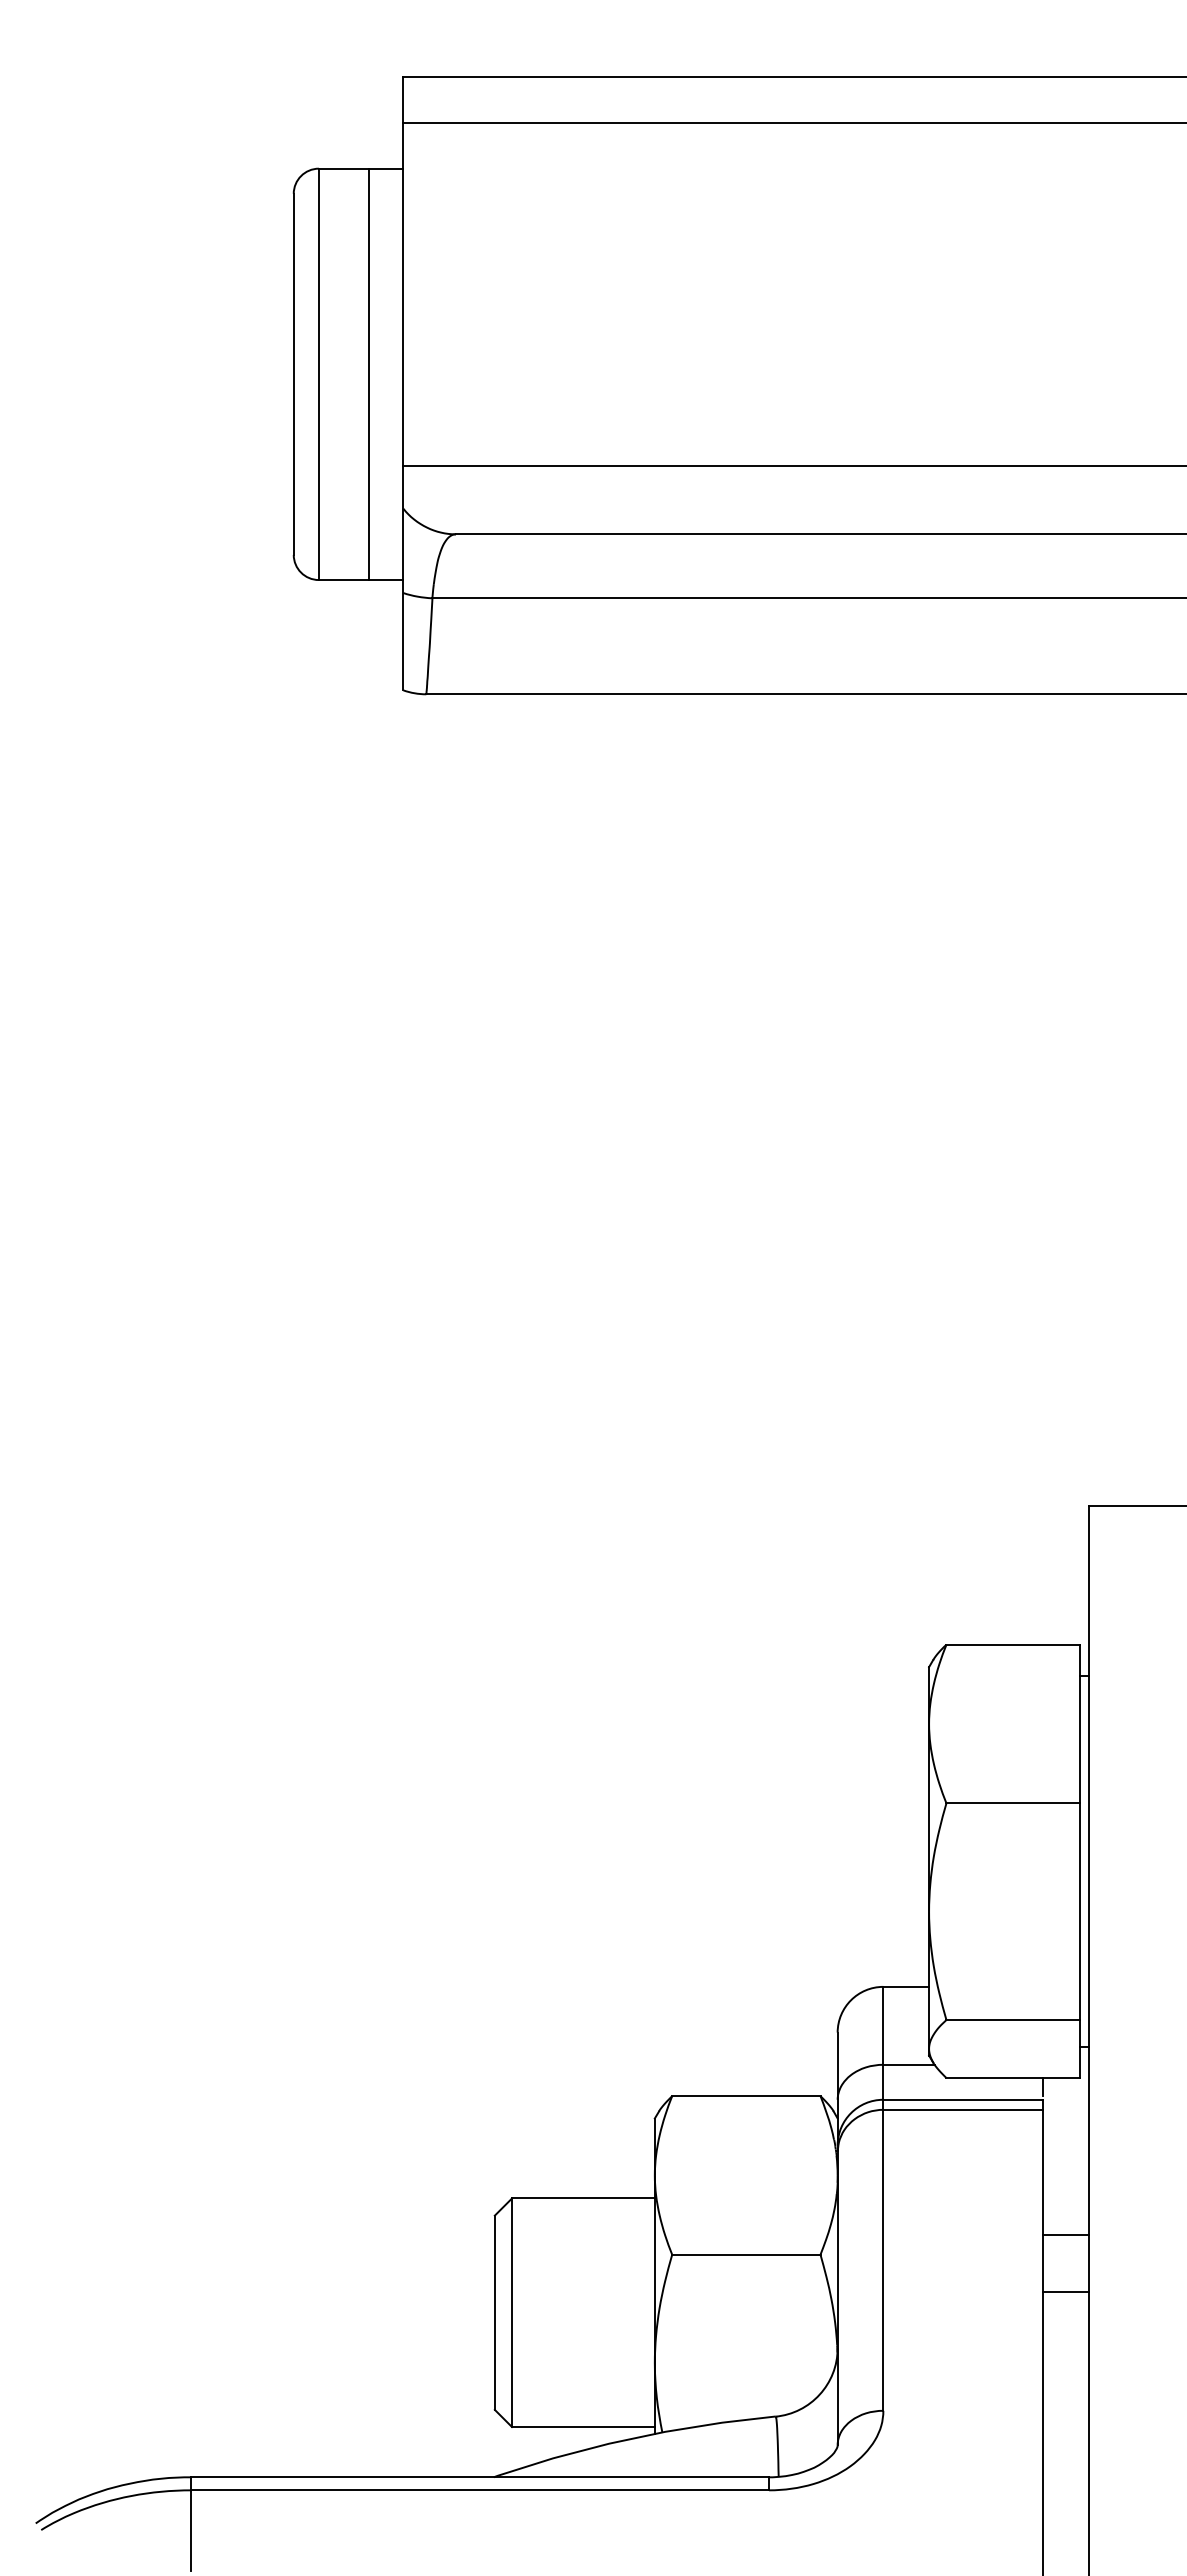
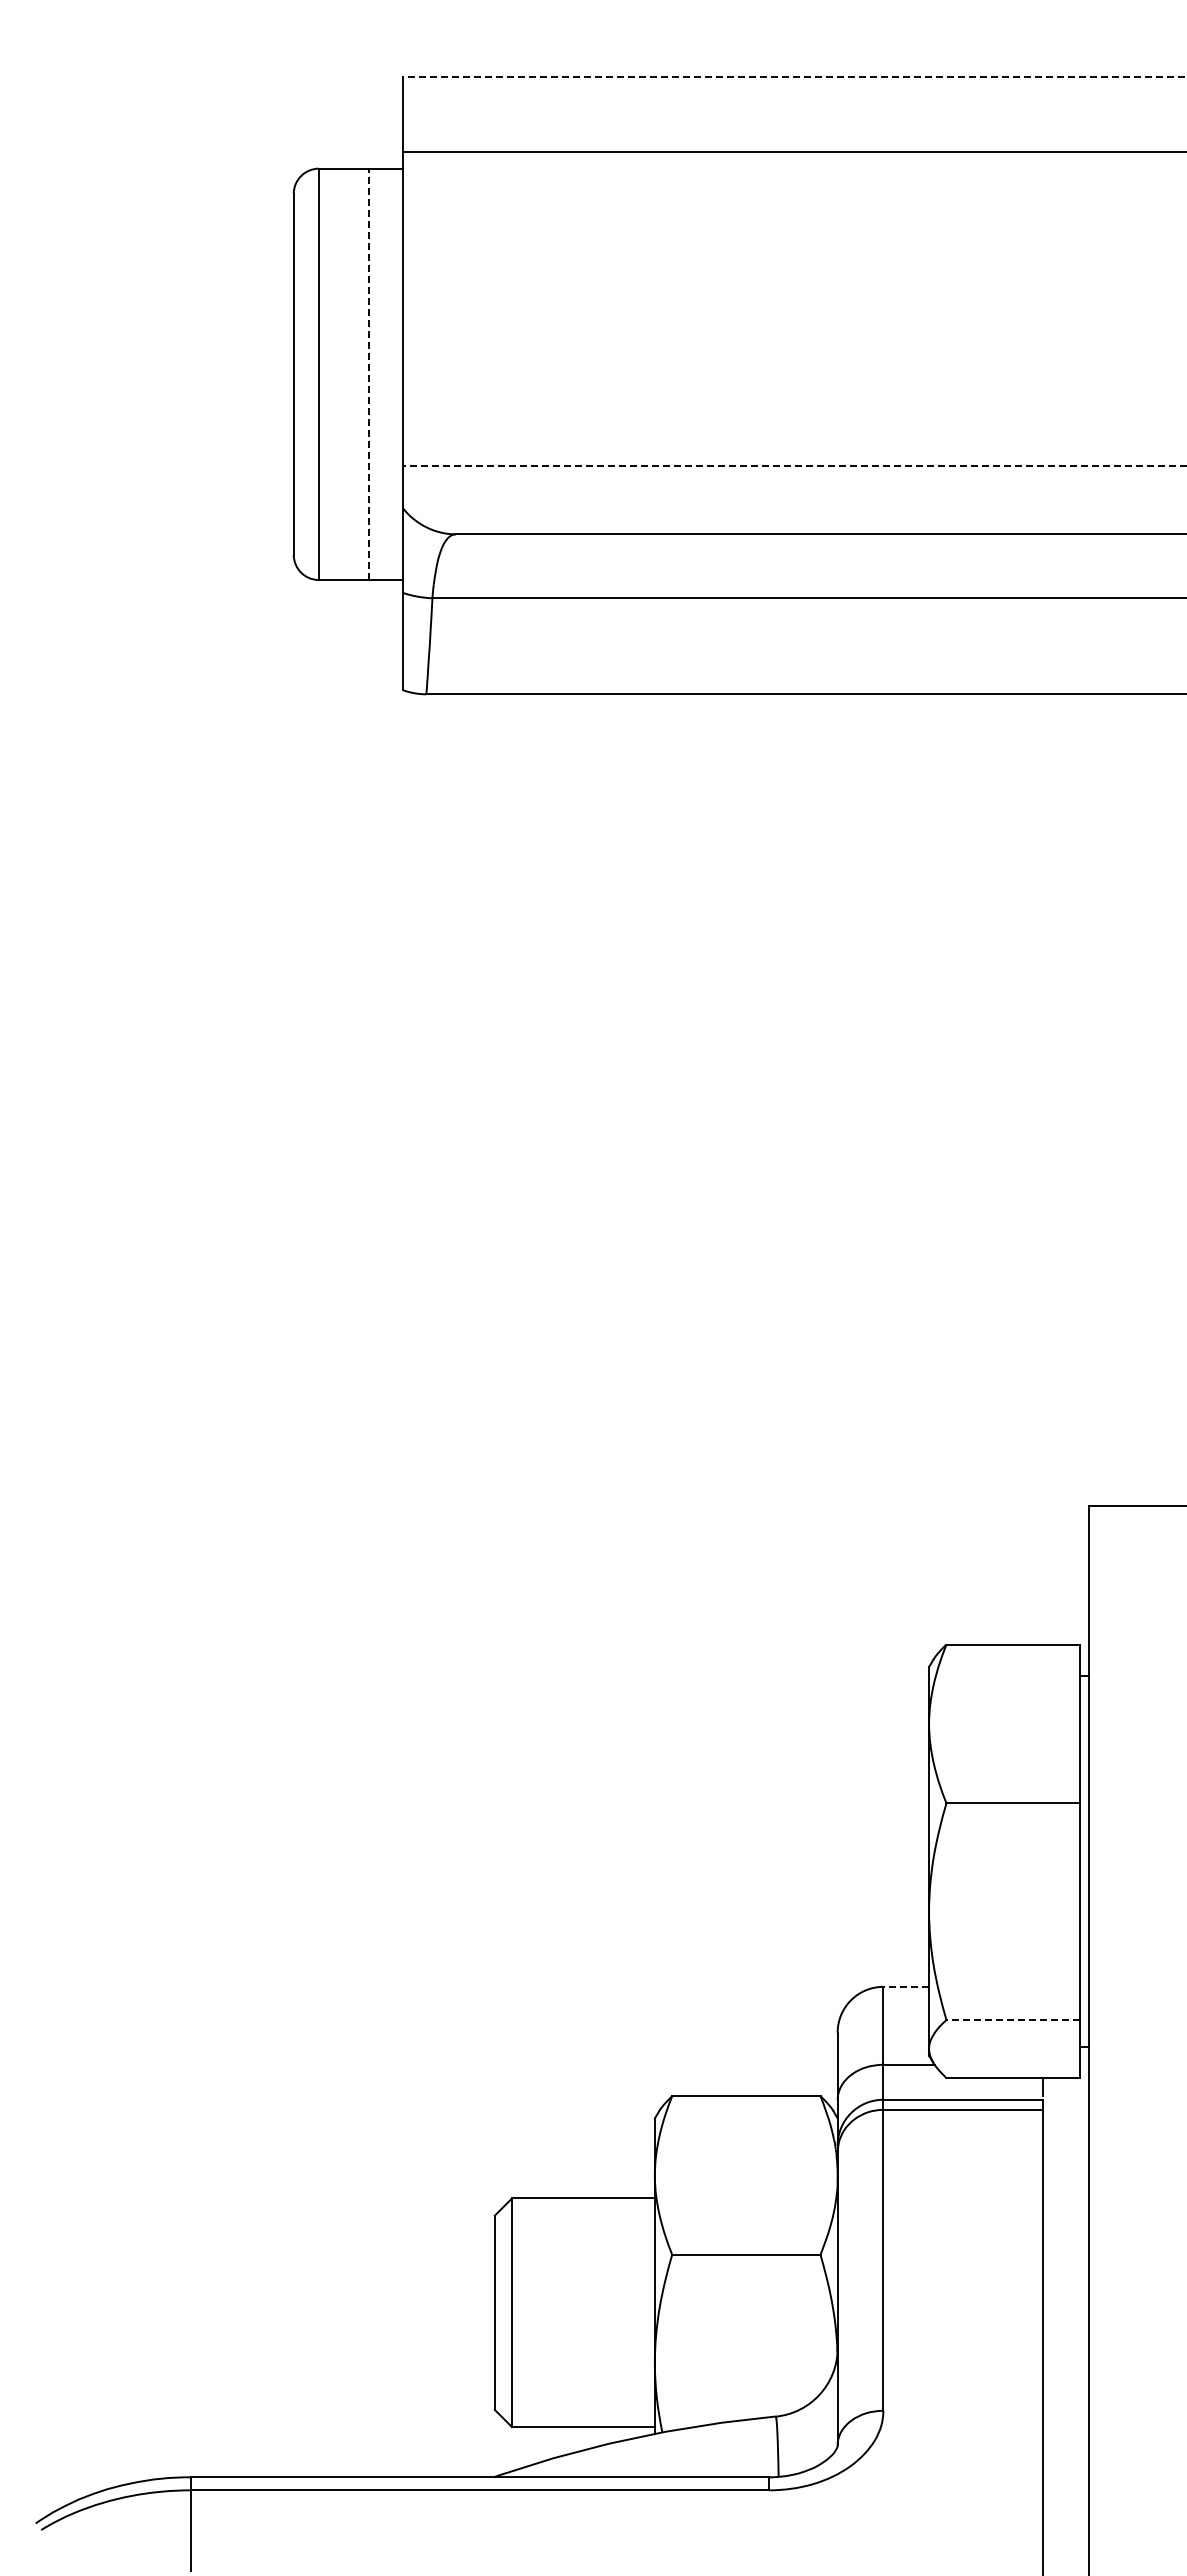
line at (794, 77): solid -> dashed
line at (793, 122) position: (793, 122) -> (793, 151)
line at (369, 374): solid -> dashed
line at (794, 465): solid -> dashed
line at (906, 1986): solid -> dashed
line at (1013, 2020): solid -> dashed
line at (1066, 2234): present -> none
line at (1066, 2291): present -> none
